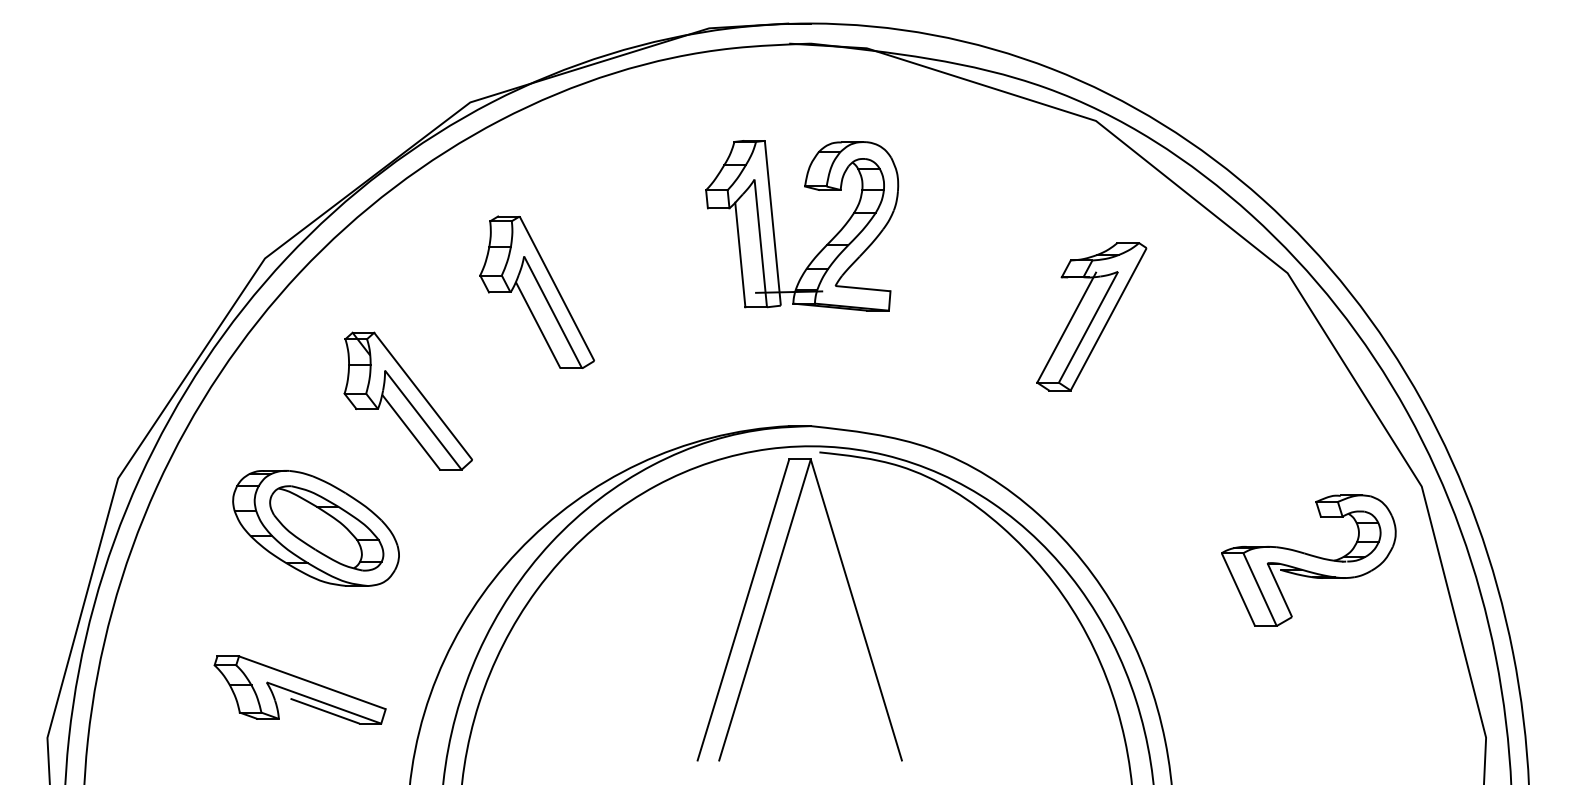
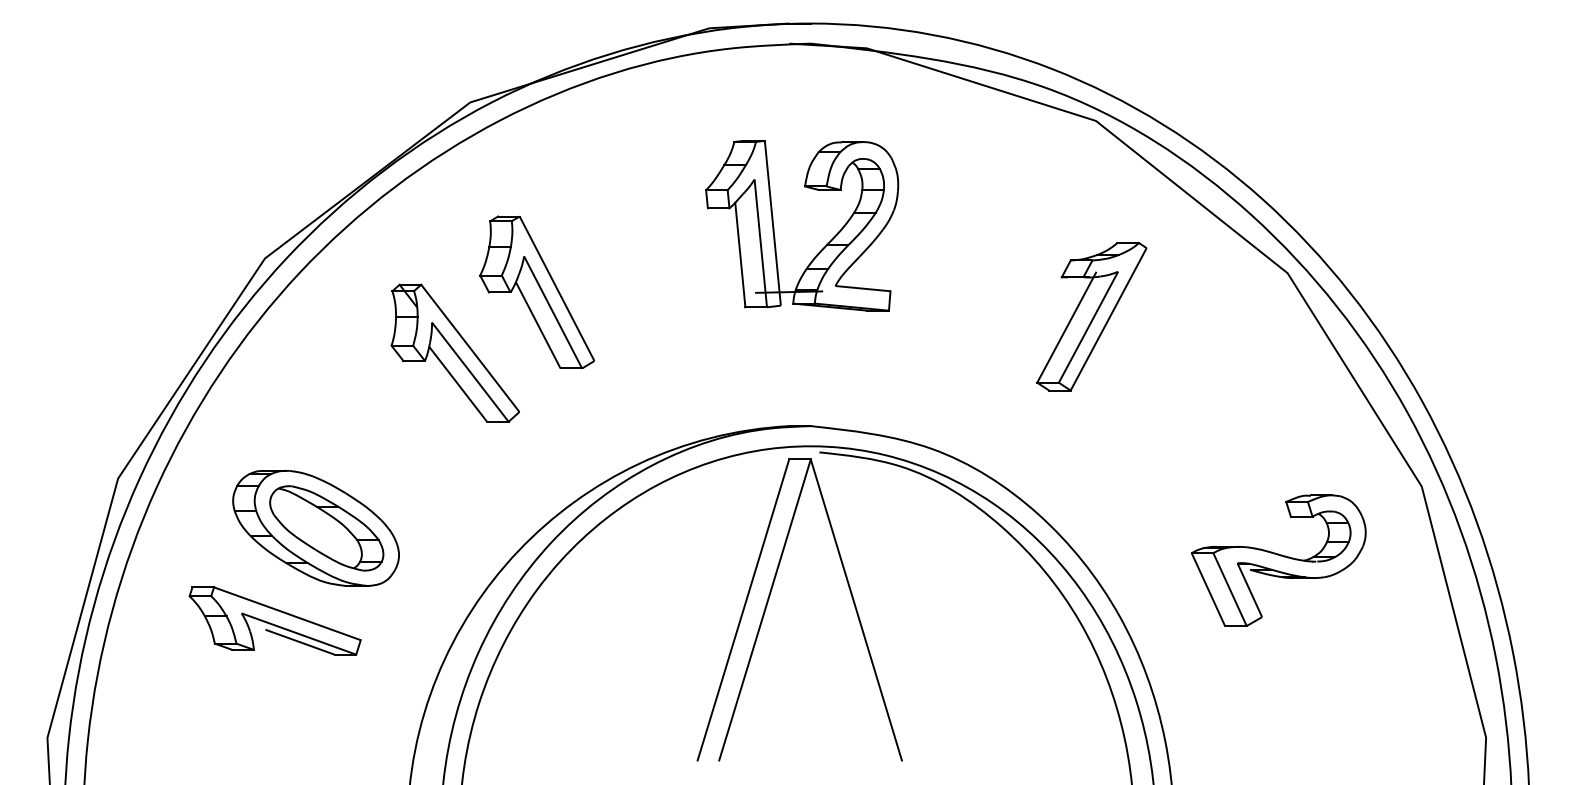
part at (407, 400) position: (407, 400) -> (454, 352)
part at (1308, 560) position: (1308, 560) -> (1278, 560)
part at (299, 689) position: (299, 689) -> (274, 620)
